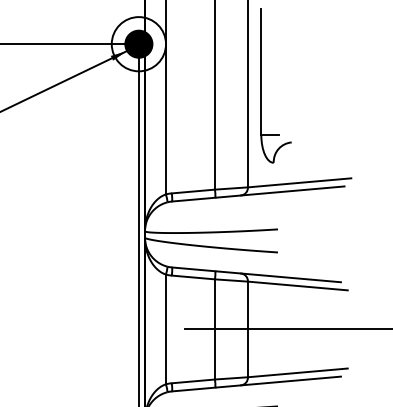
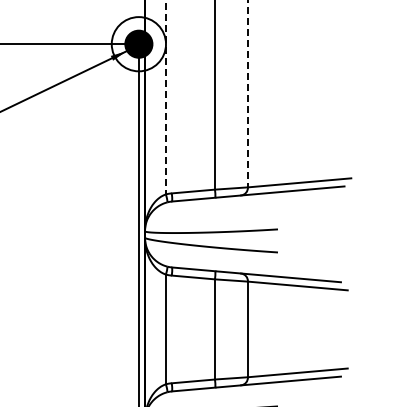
part at (261, 85): present -> none
line at (247, 94): solid -> dashed
line at (165, 97): solid -> dashed
line at (286, 329): present -> none
